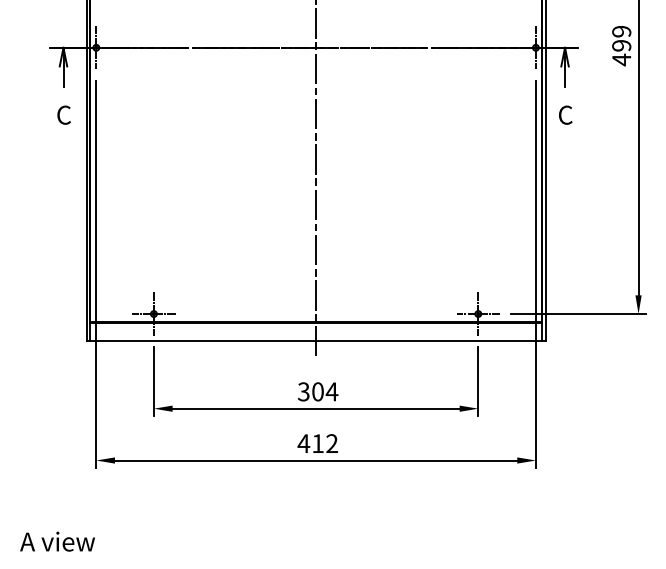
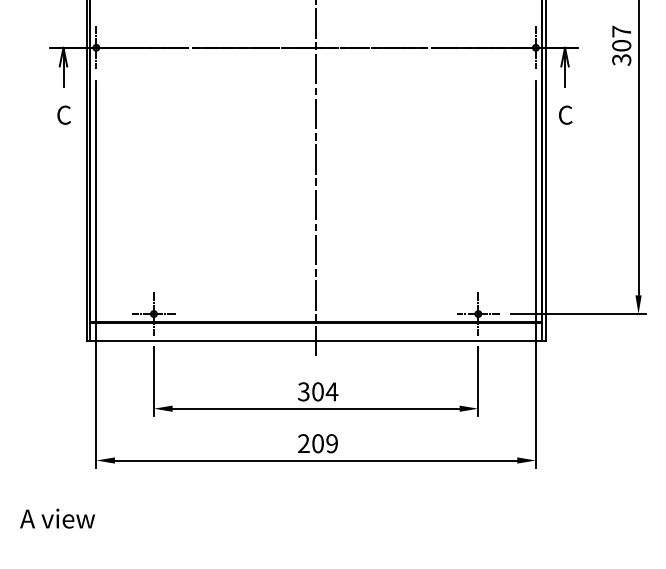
text at (621, 45): 499 -> 307
text at (317, 443): 412 -> 209
text at (57, 541) position: (57, 541) -> (57, 518)
